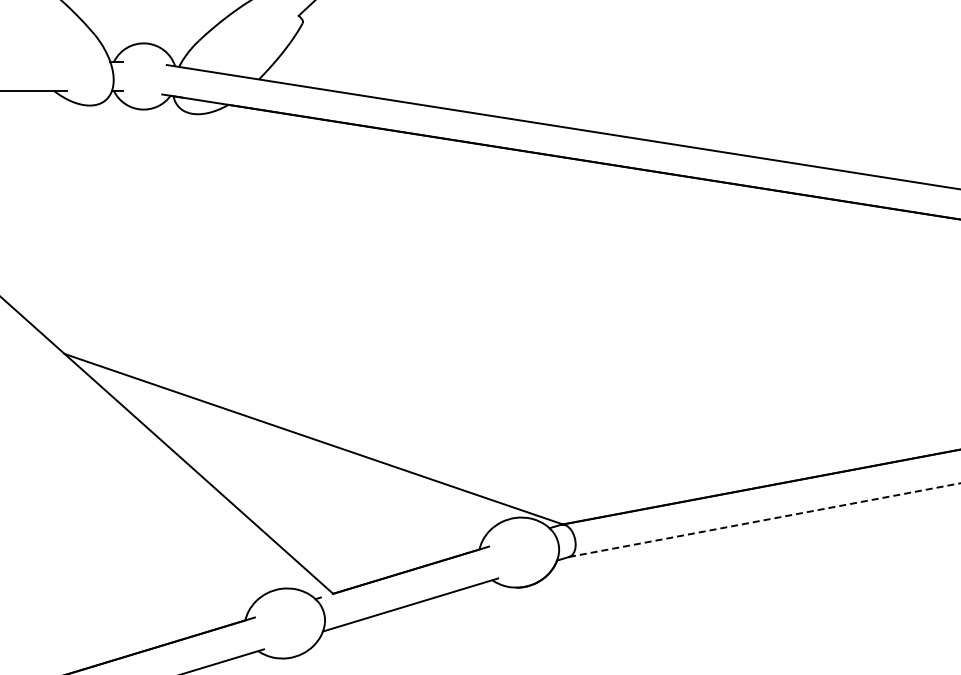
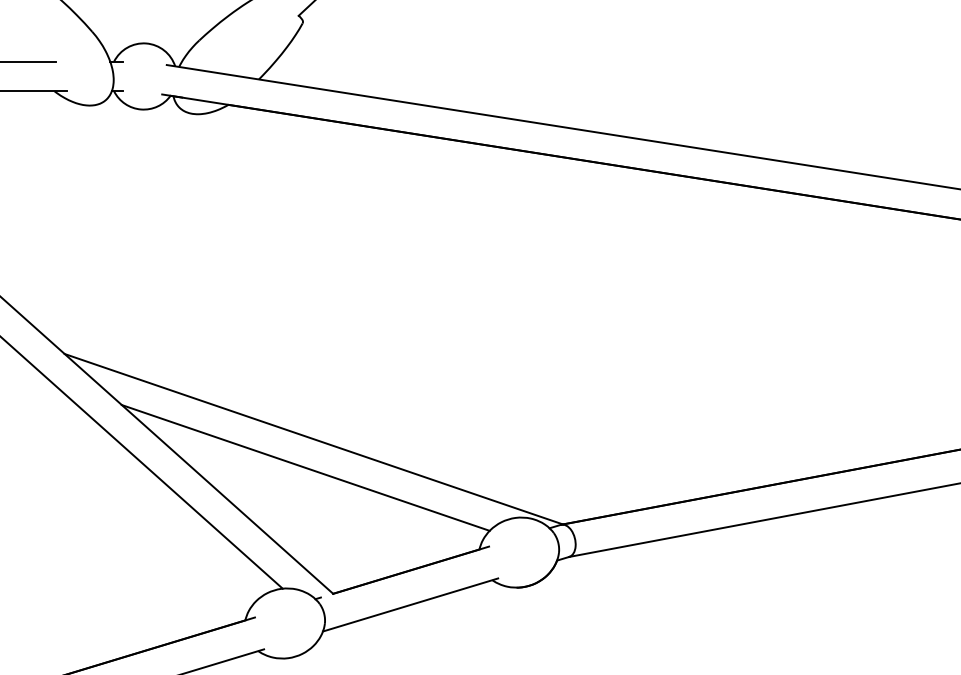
line at (28, 61): none -> present
line at (142, 463): none -> present
line at (305, 467): none -> present
line at (764, 520): dashed -> solid
